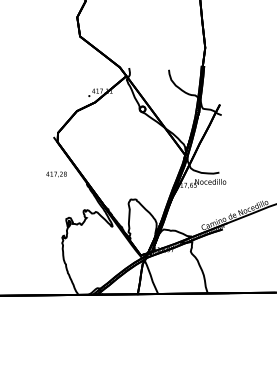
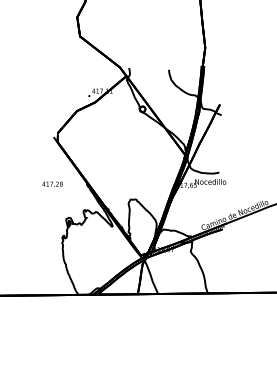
text at (56, 174) position: (56, 174) -> (52, 184)
